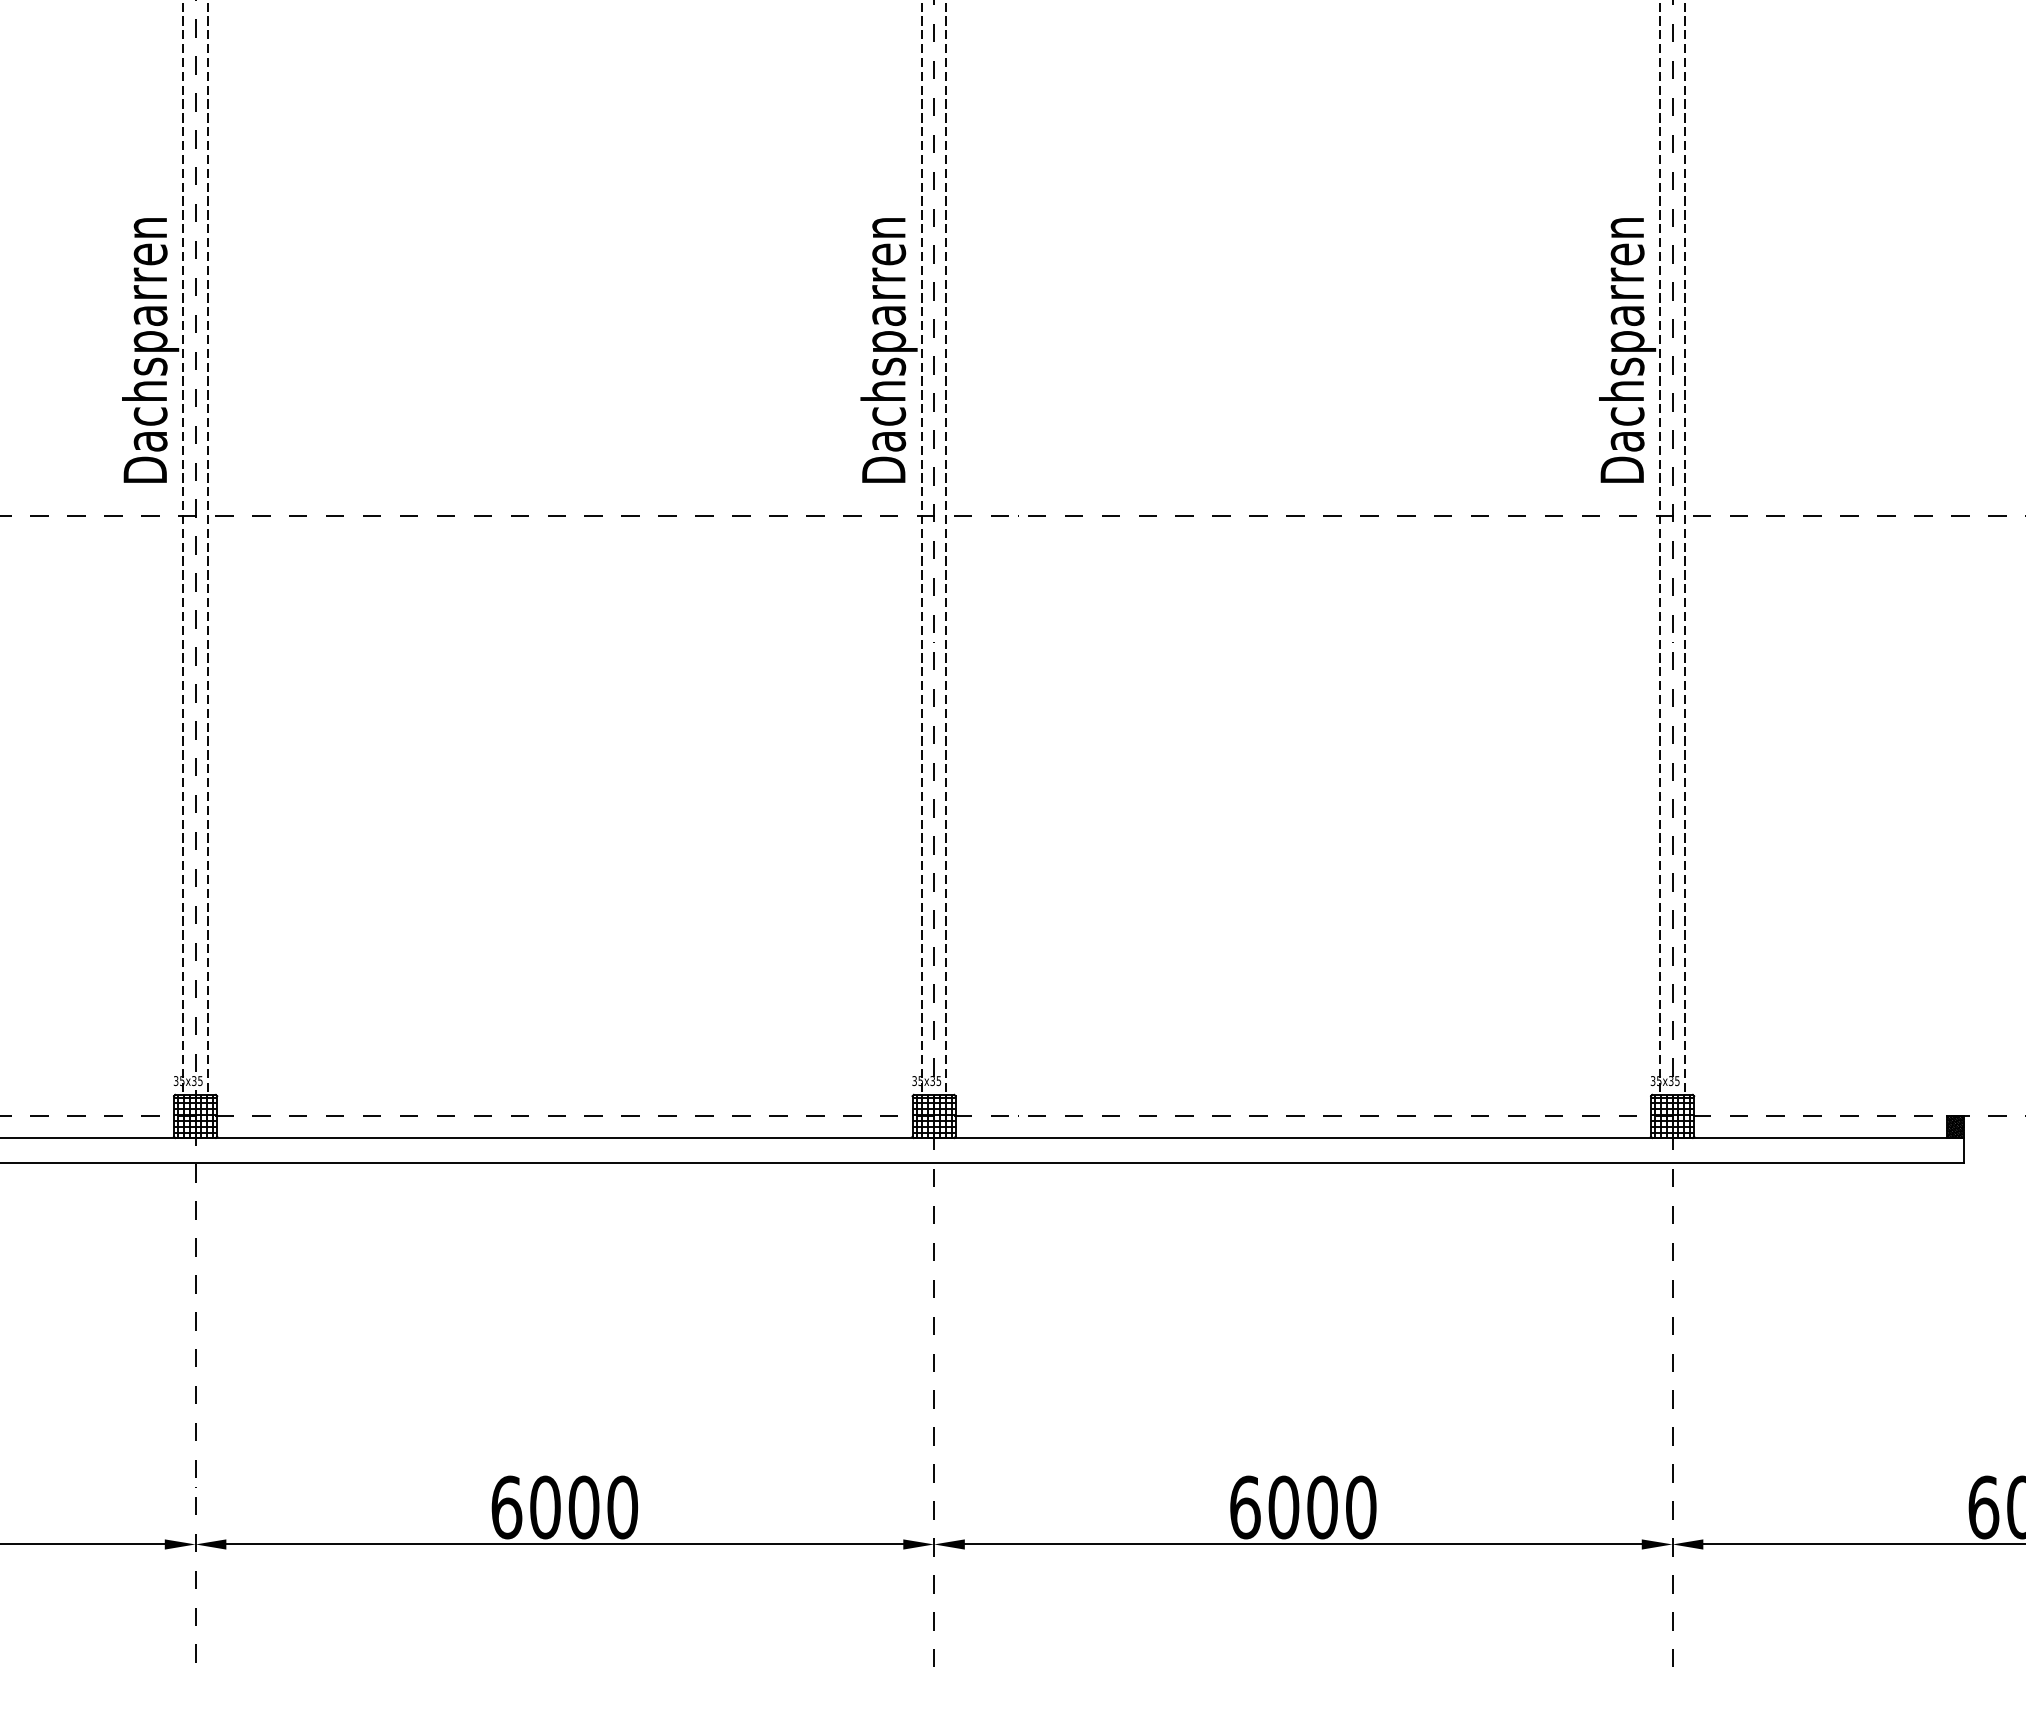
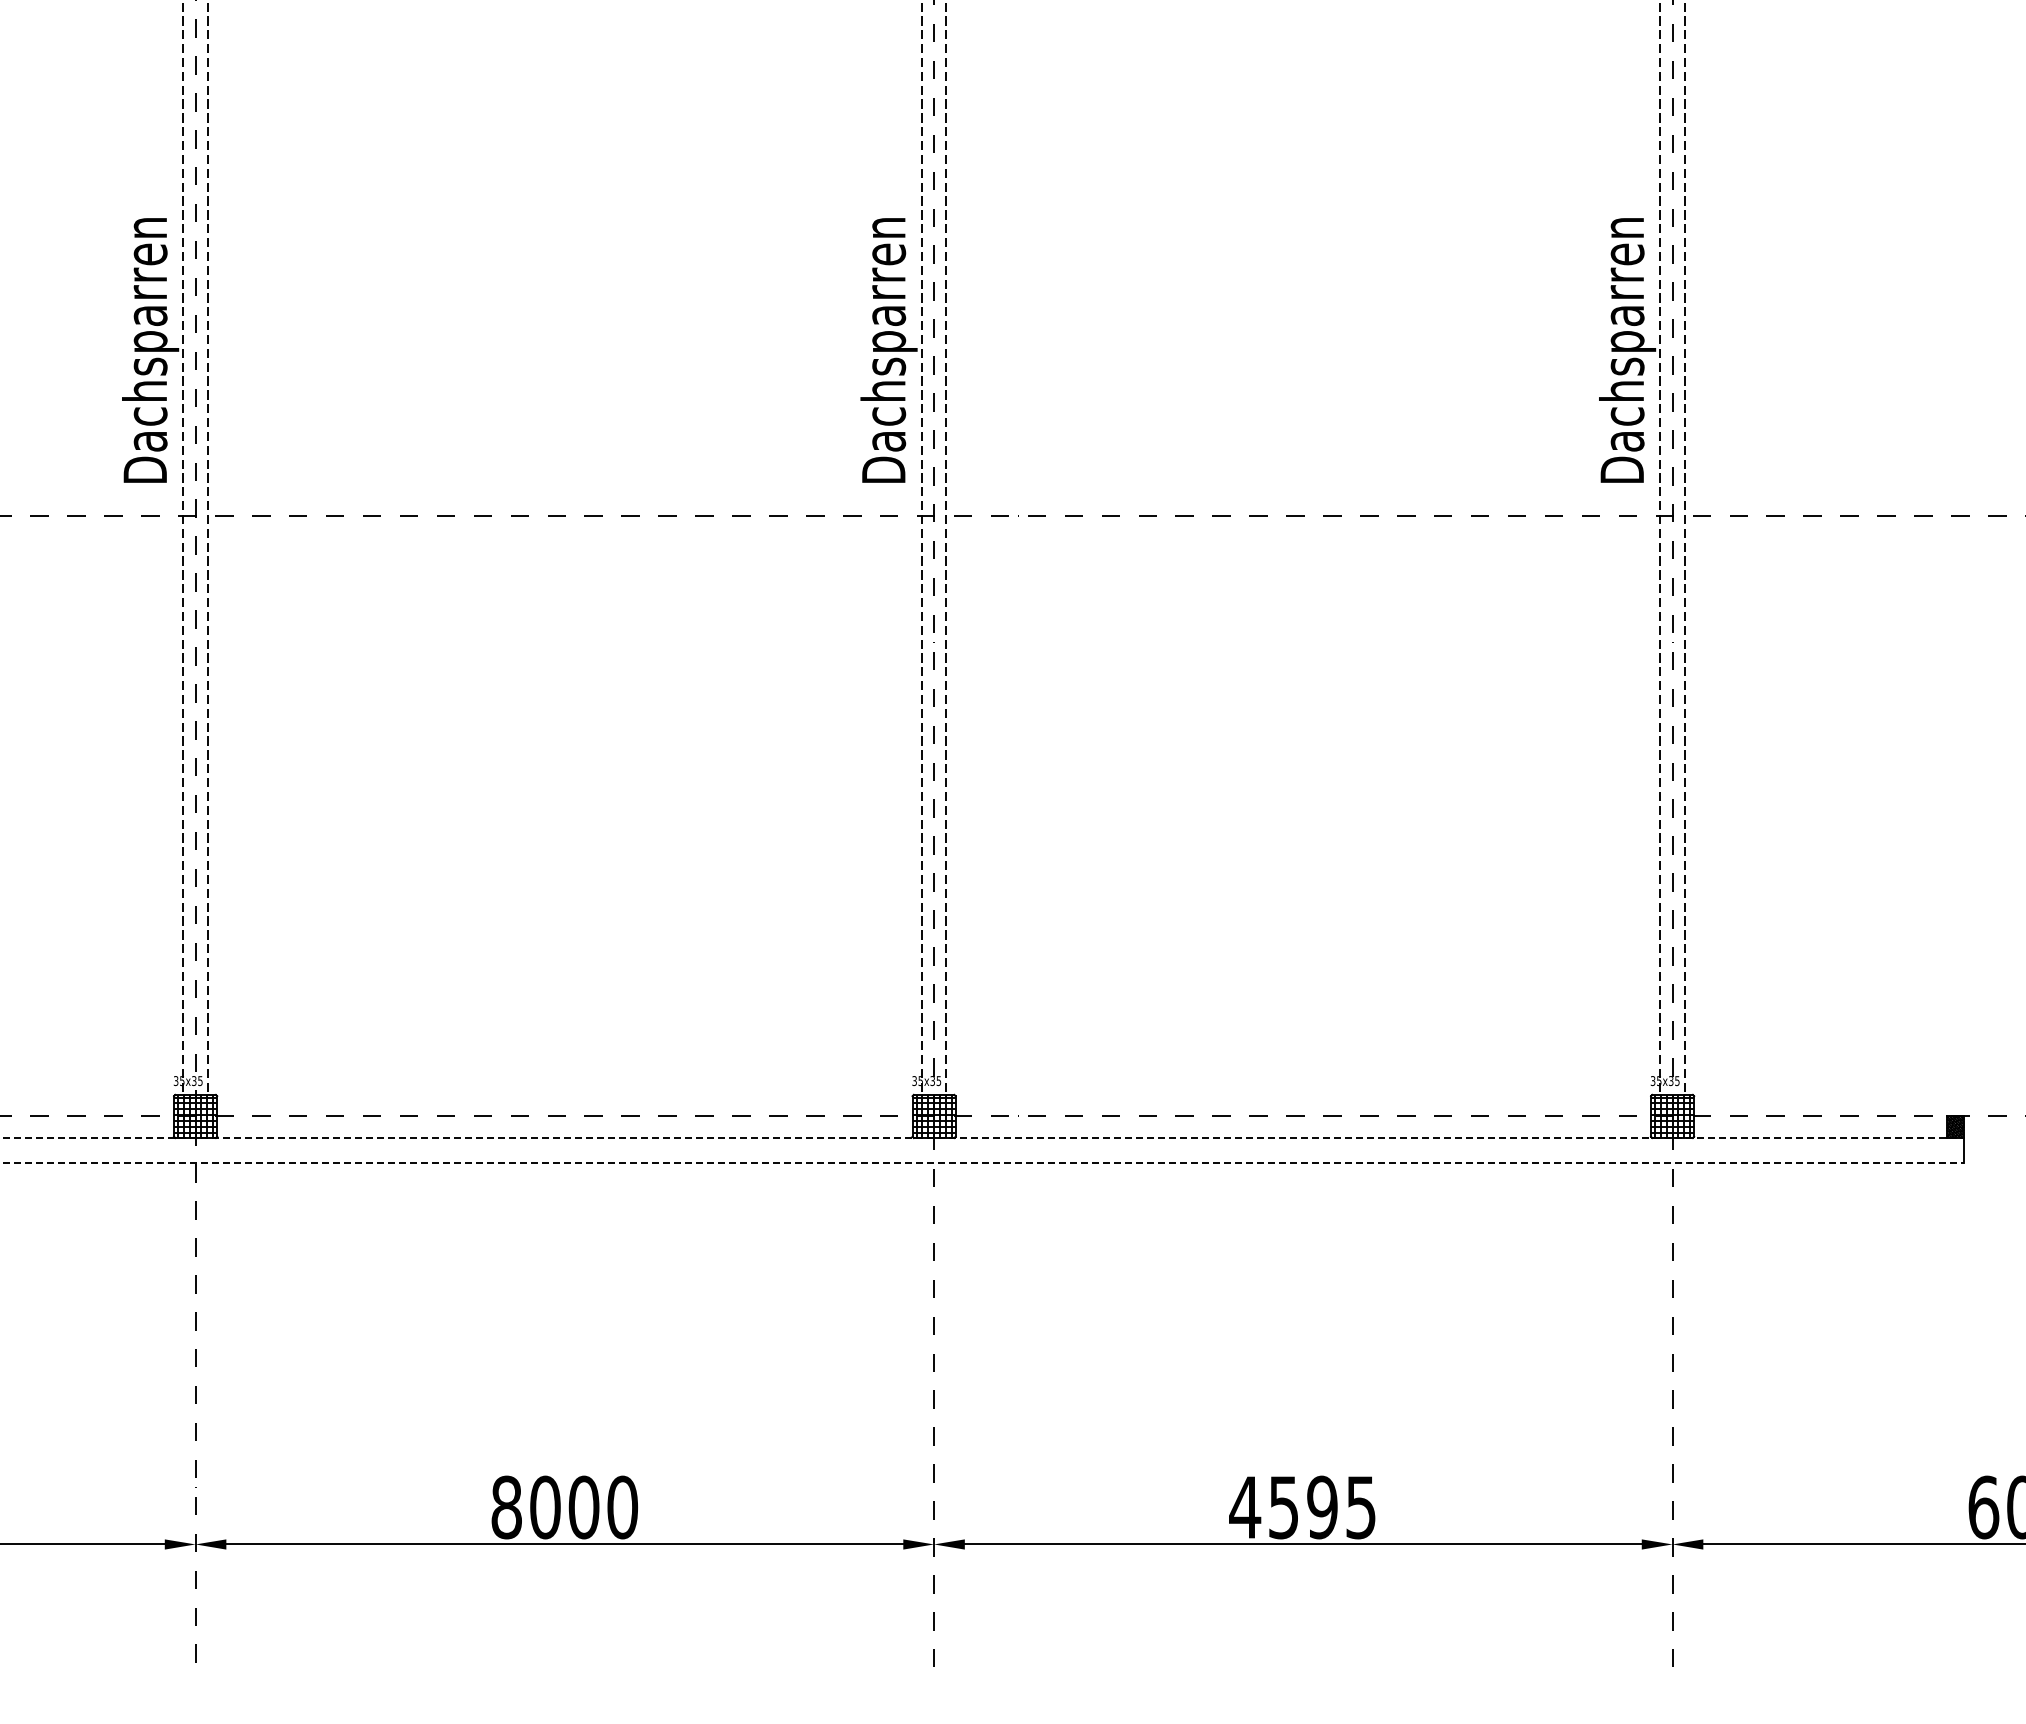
line at (982, 1138): solid -> dashed
line at (982, 1162): solid -> dashed
text at (506, 1507): 6000 -> 8000
text at (1302, 1507): 6000 -> 4595
